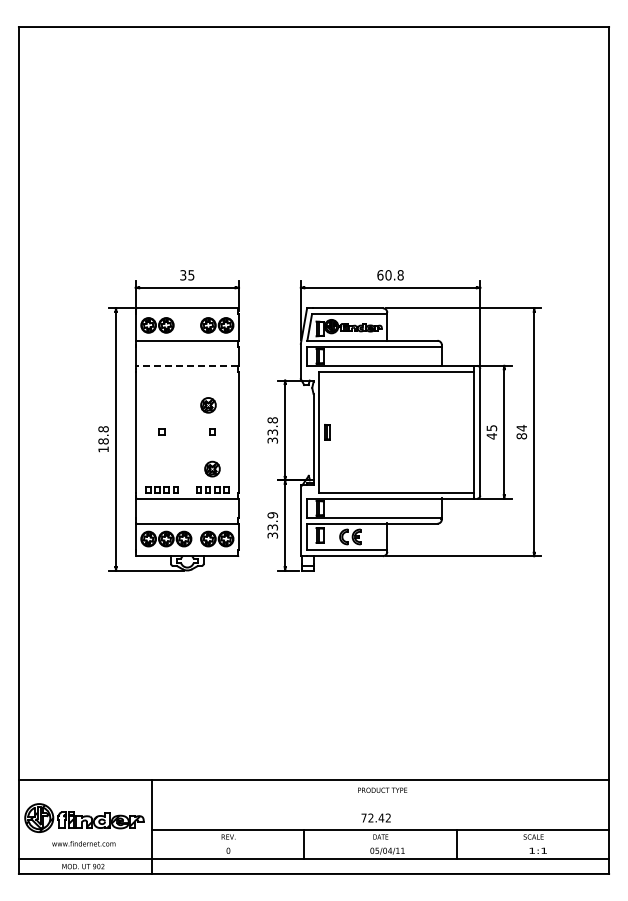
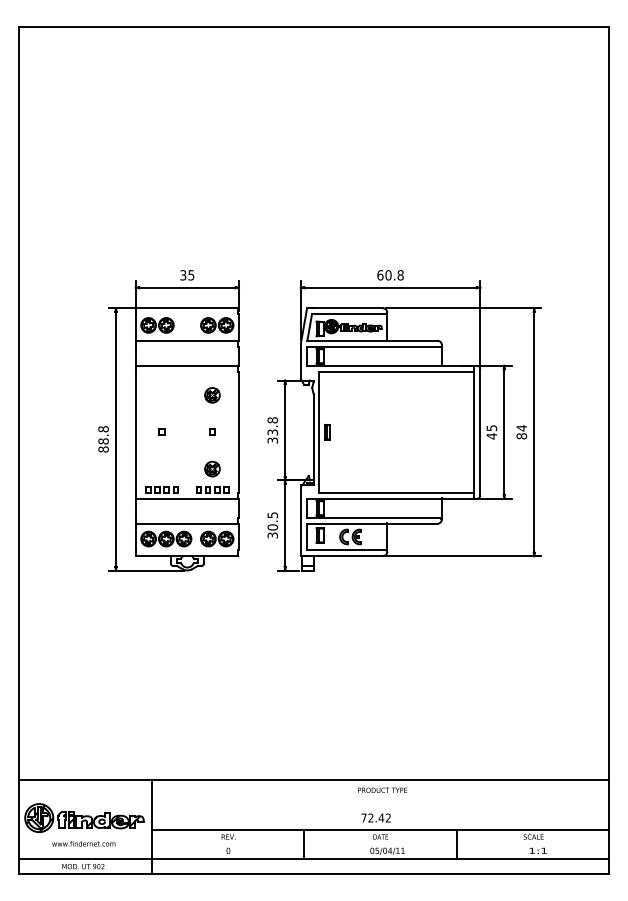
line at (186, 365): dashed -> solid
part at (208, 405) position: (208, 405) -> (212, 395)
text at (103, 449): 18.8 -> 88.8
text at (272, 521): 33.9 -> 30.5
